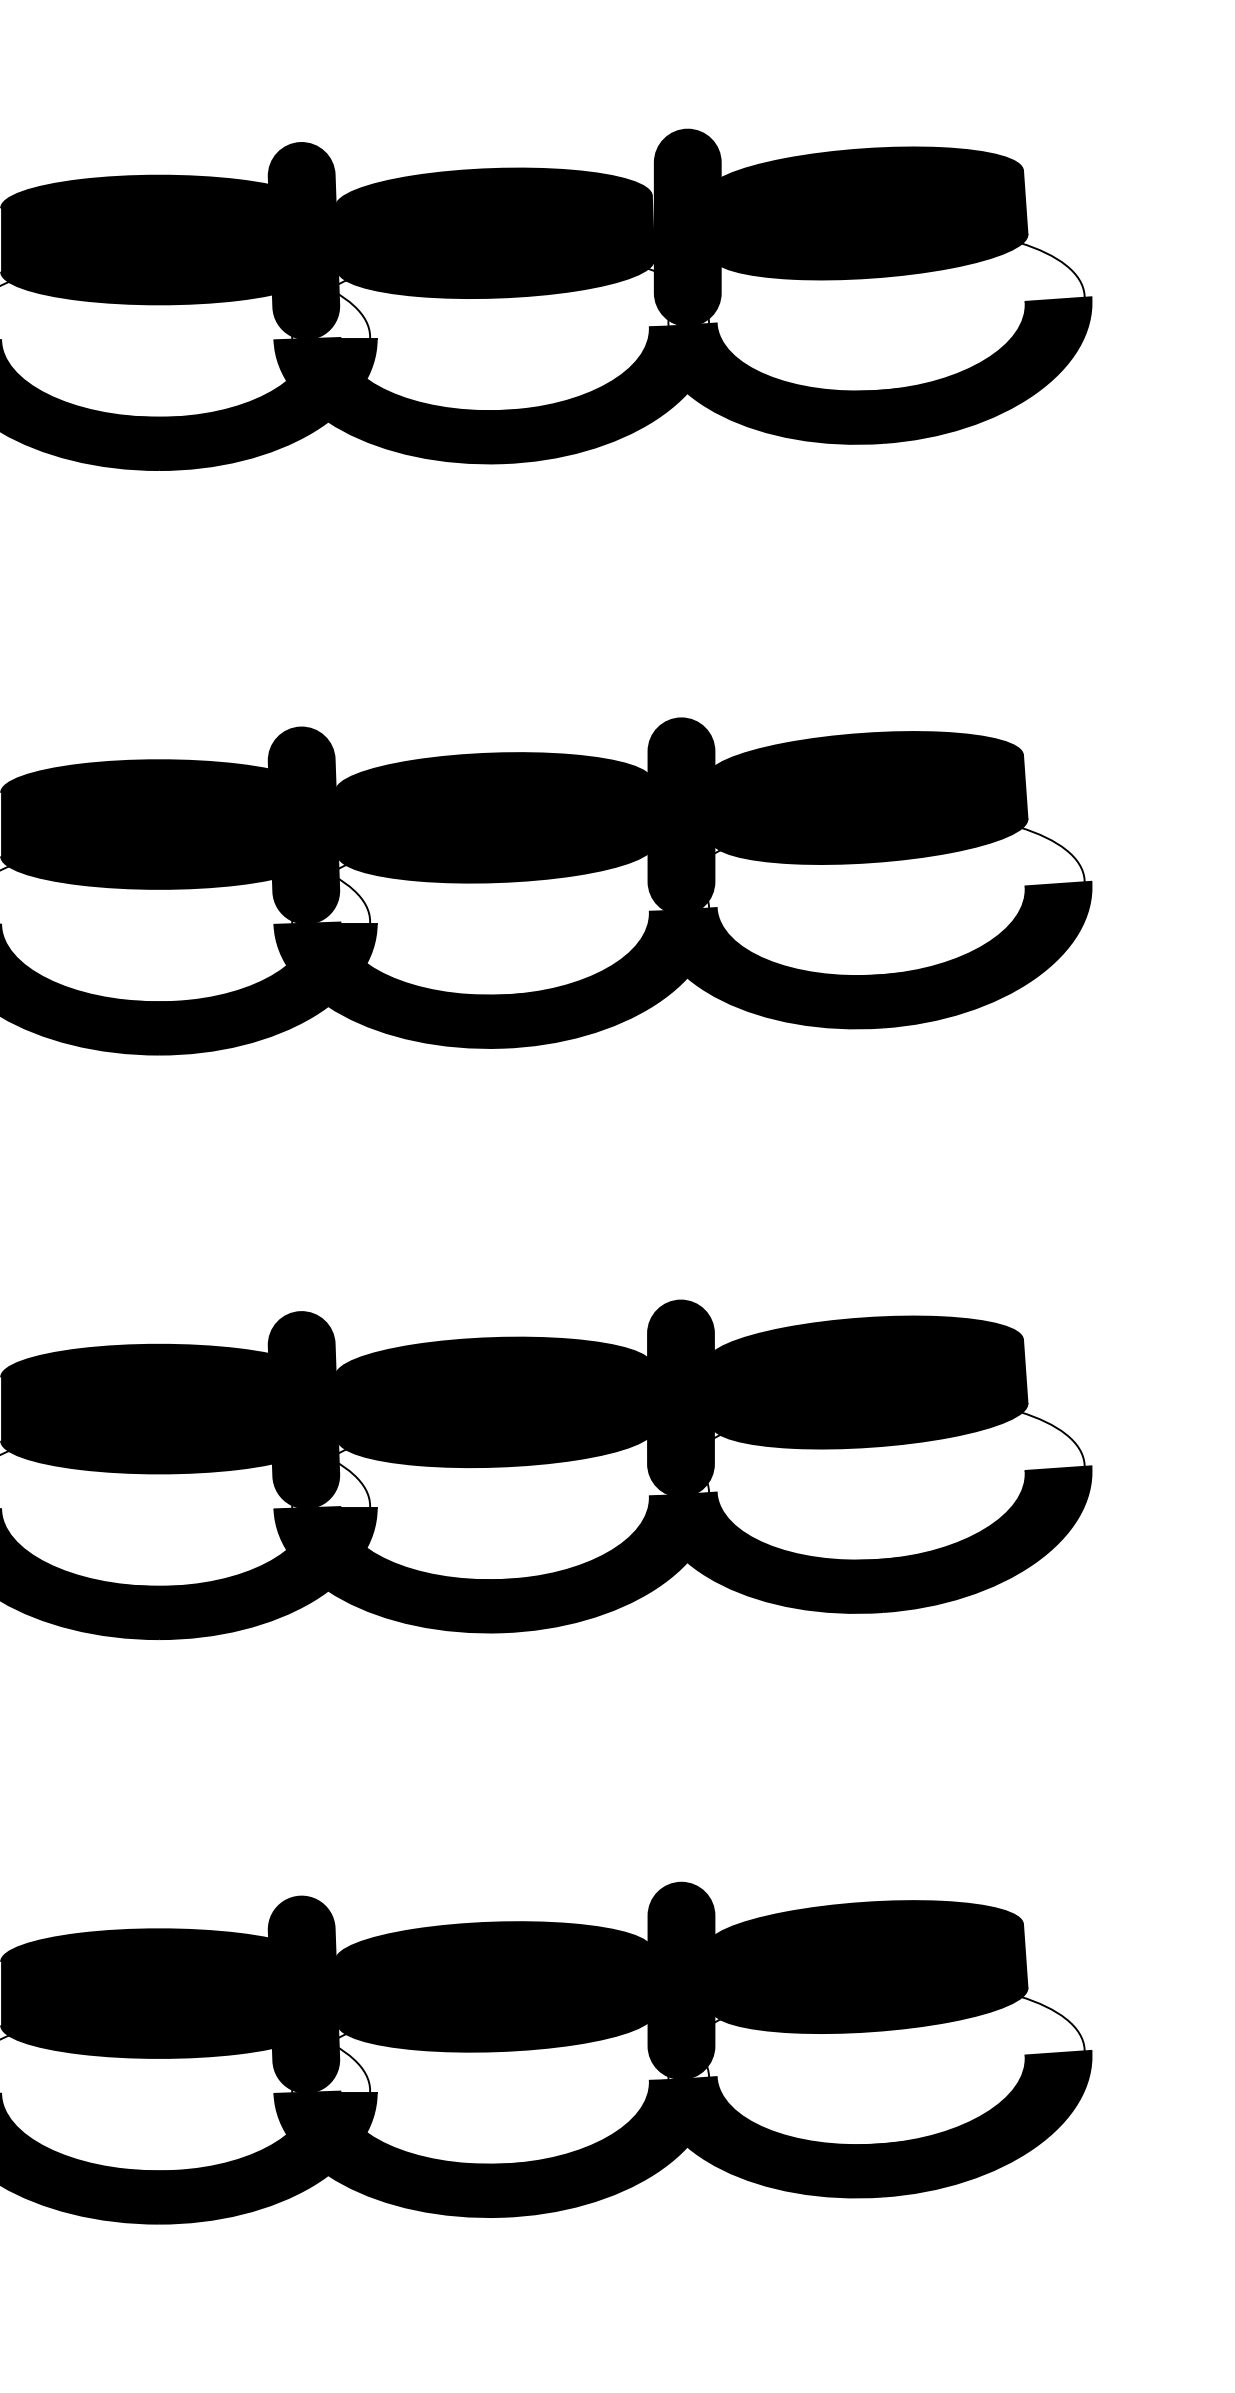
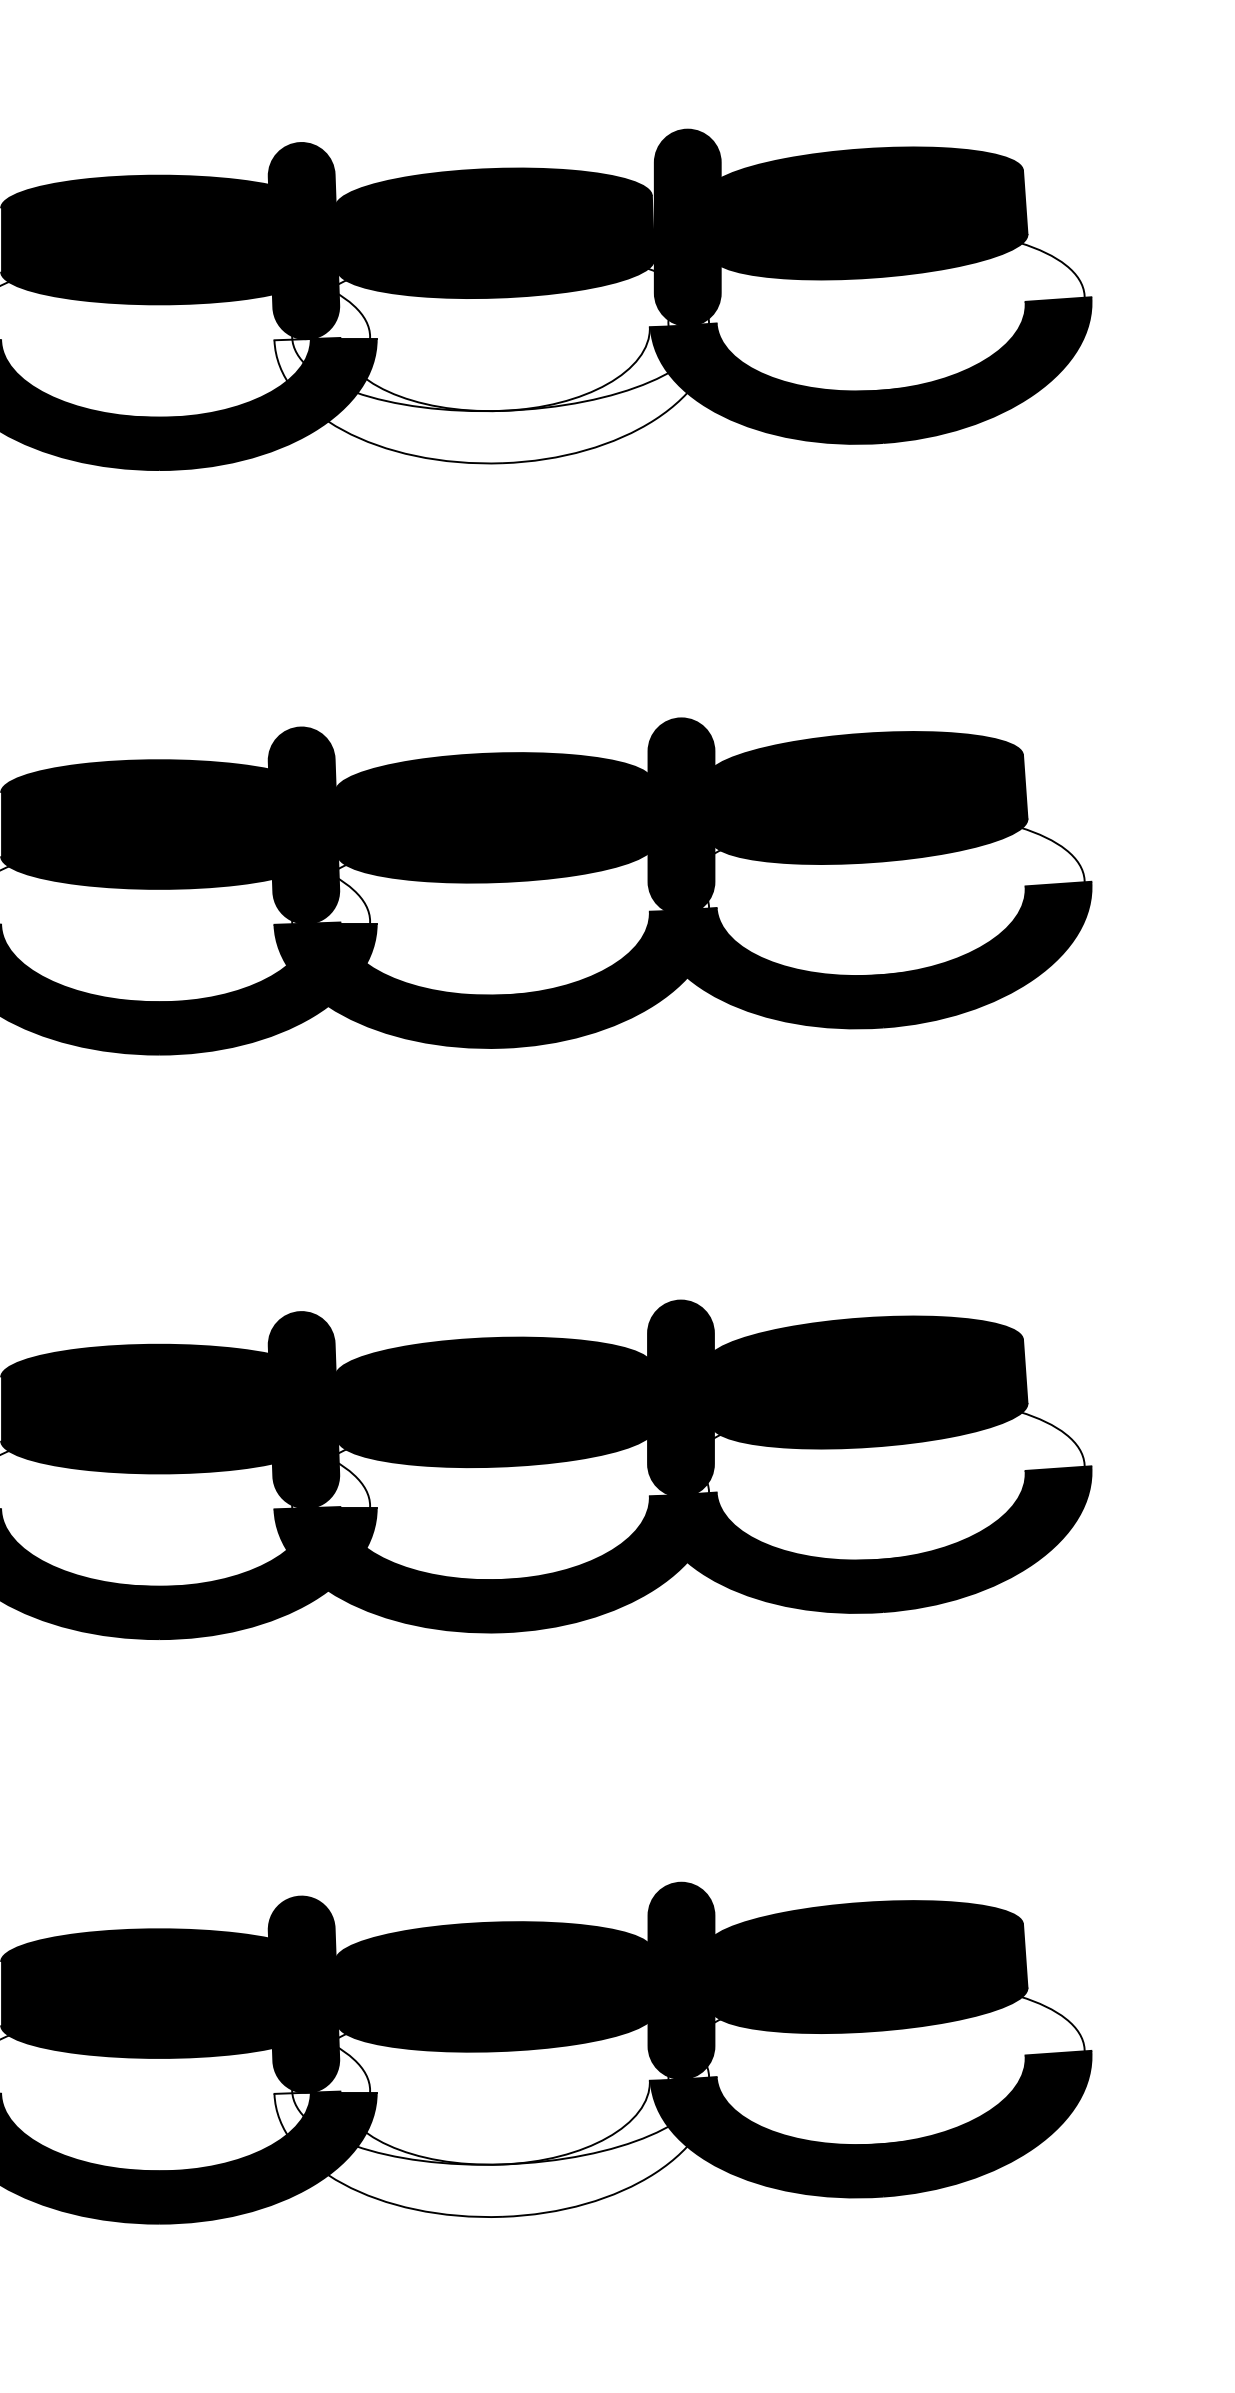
fill at (494, 393): present -> none
fill at (494, 2147): present -> none
